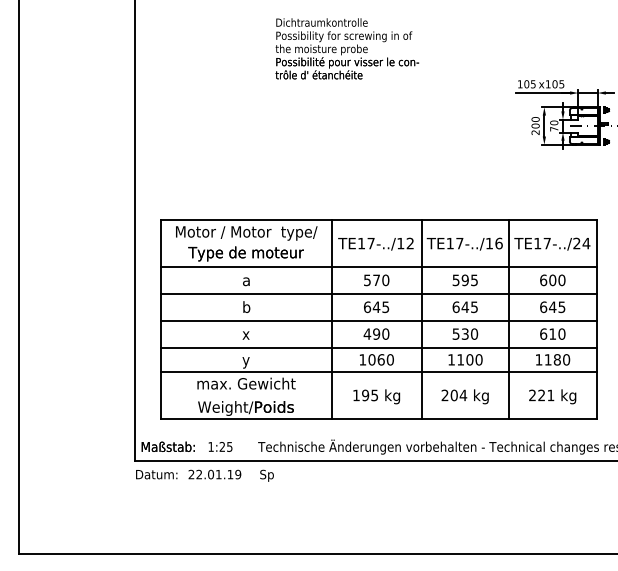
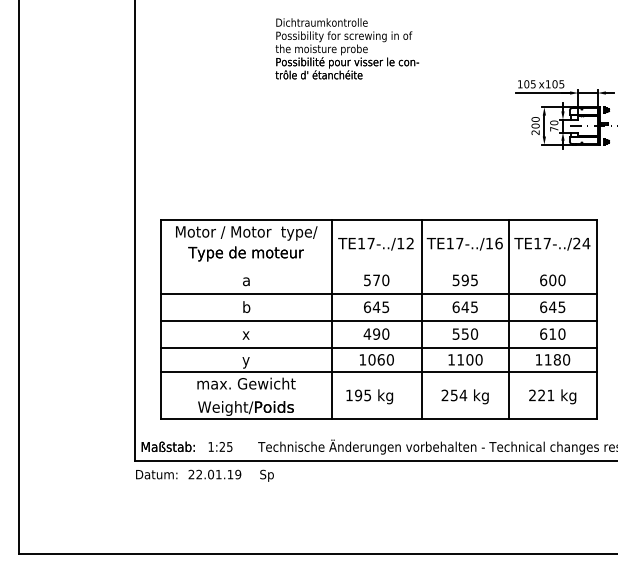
line at (378, 266): present -> none
text at (465, 333): 530 -> 550
text at (453, 395): 204 -> 254
text at (376, 396) position: (376, 396) -> (369, 396)
